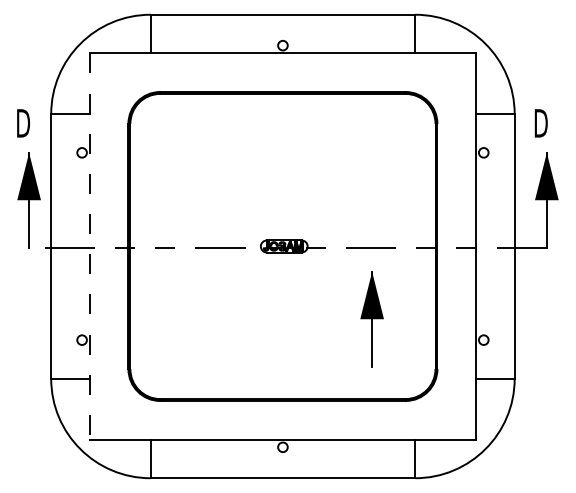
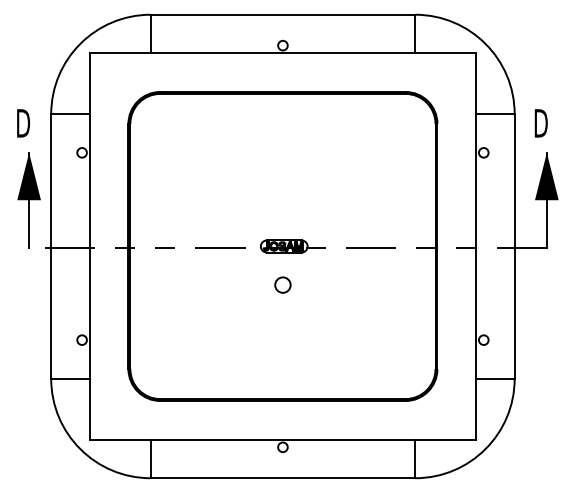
line at (89, 246): dashed -> solid
circle at (282, 284): none -> present
part at (371, 319): present -> none
